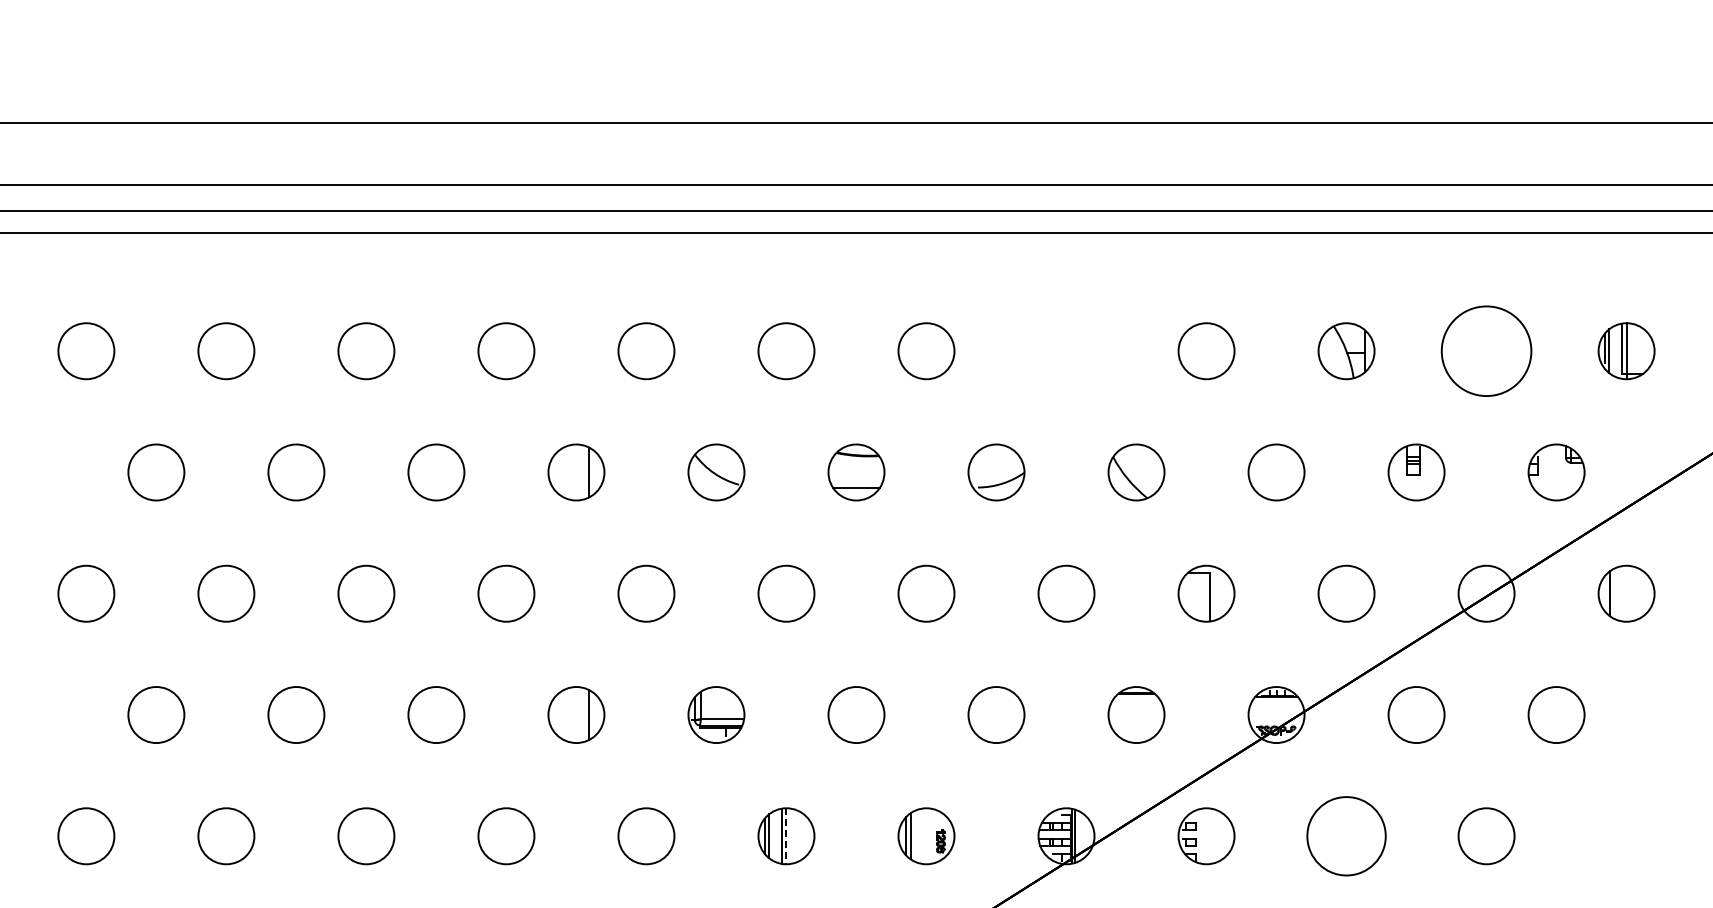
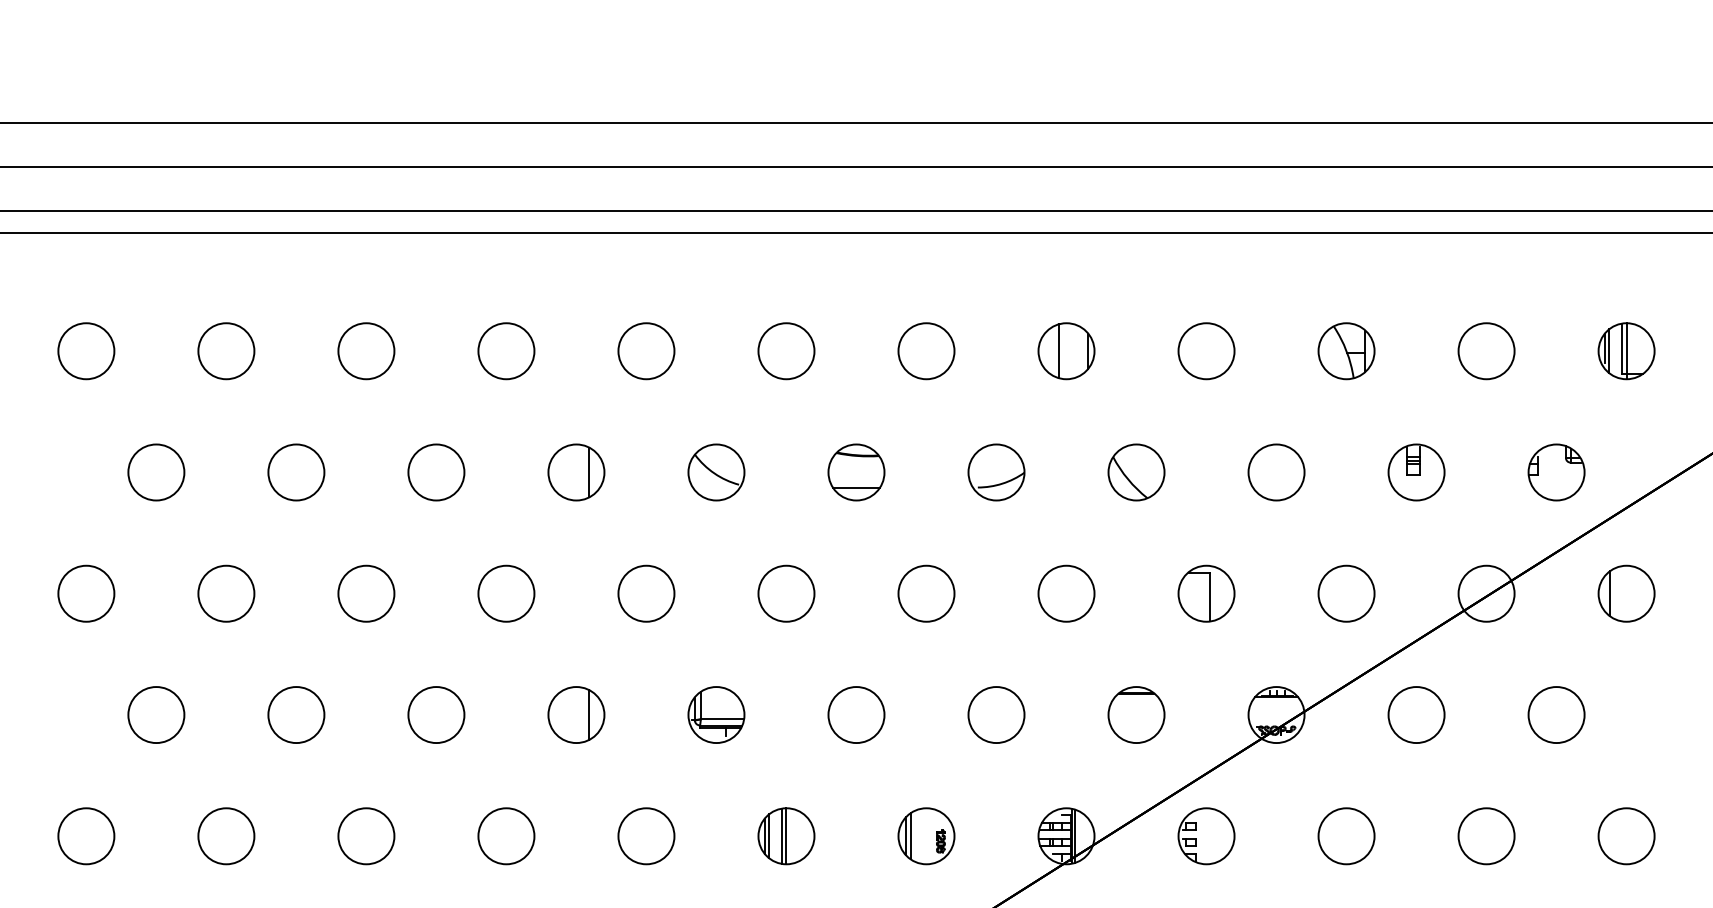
line at (855, 184) position: (855, 184) -> (855, 166)
part at (1066, 351): none -> present
circle at (1486, 351) diameter: 90 px -> 56 px
line at (786, 836): dashed -> solid
circle at (1346, 836) diameter: 78 px -> 56 px
circle at (1626, 836): none -> present
